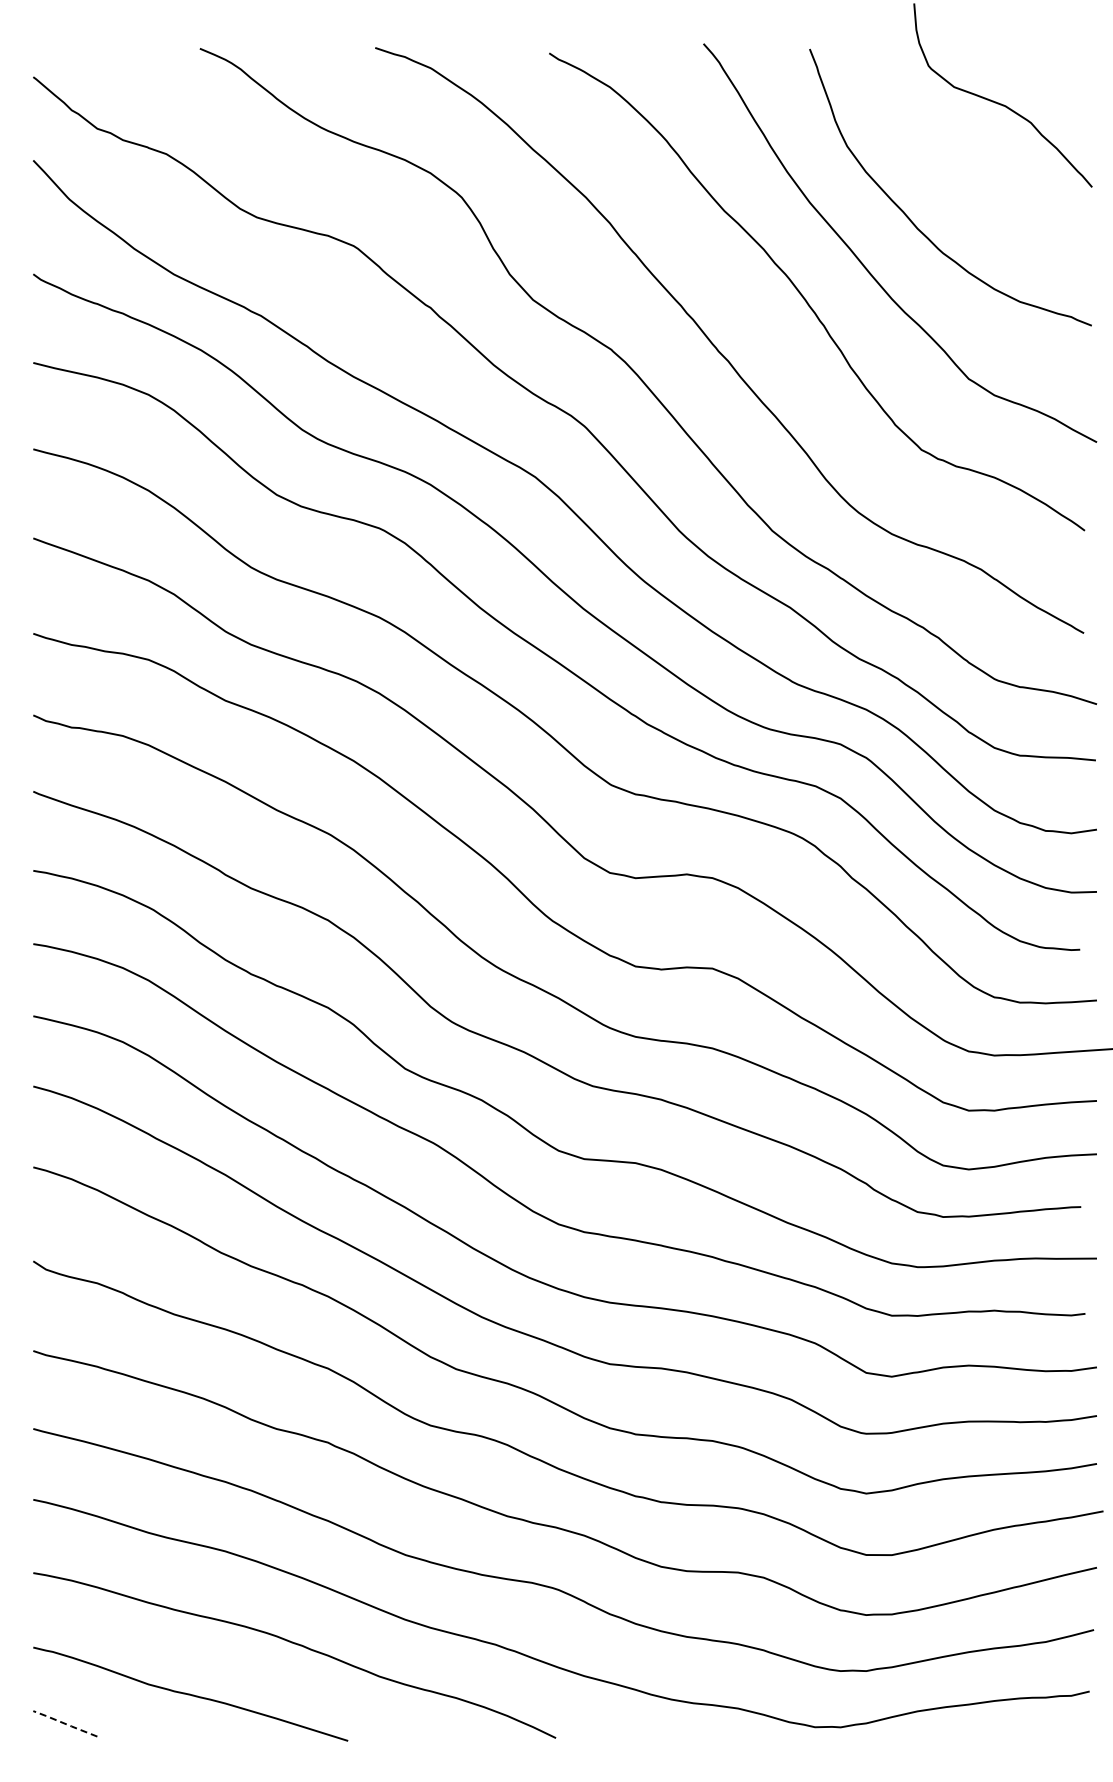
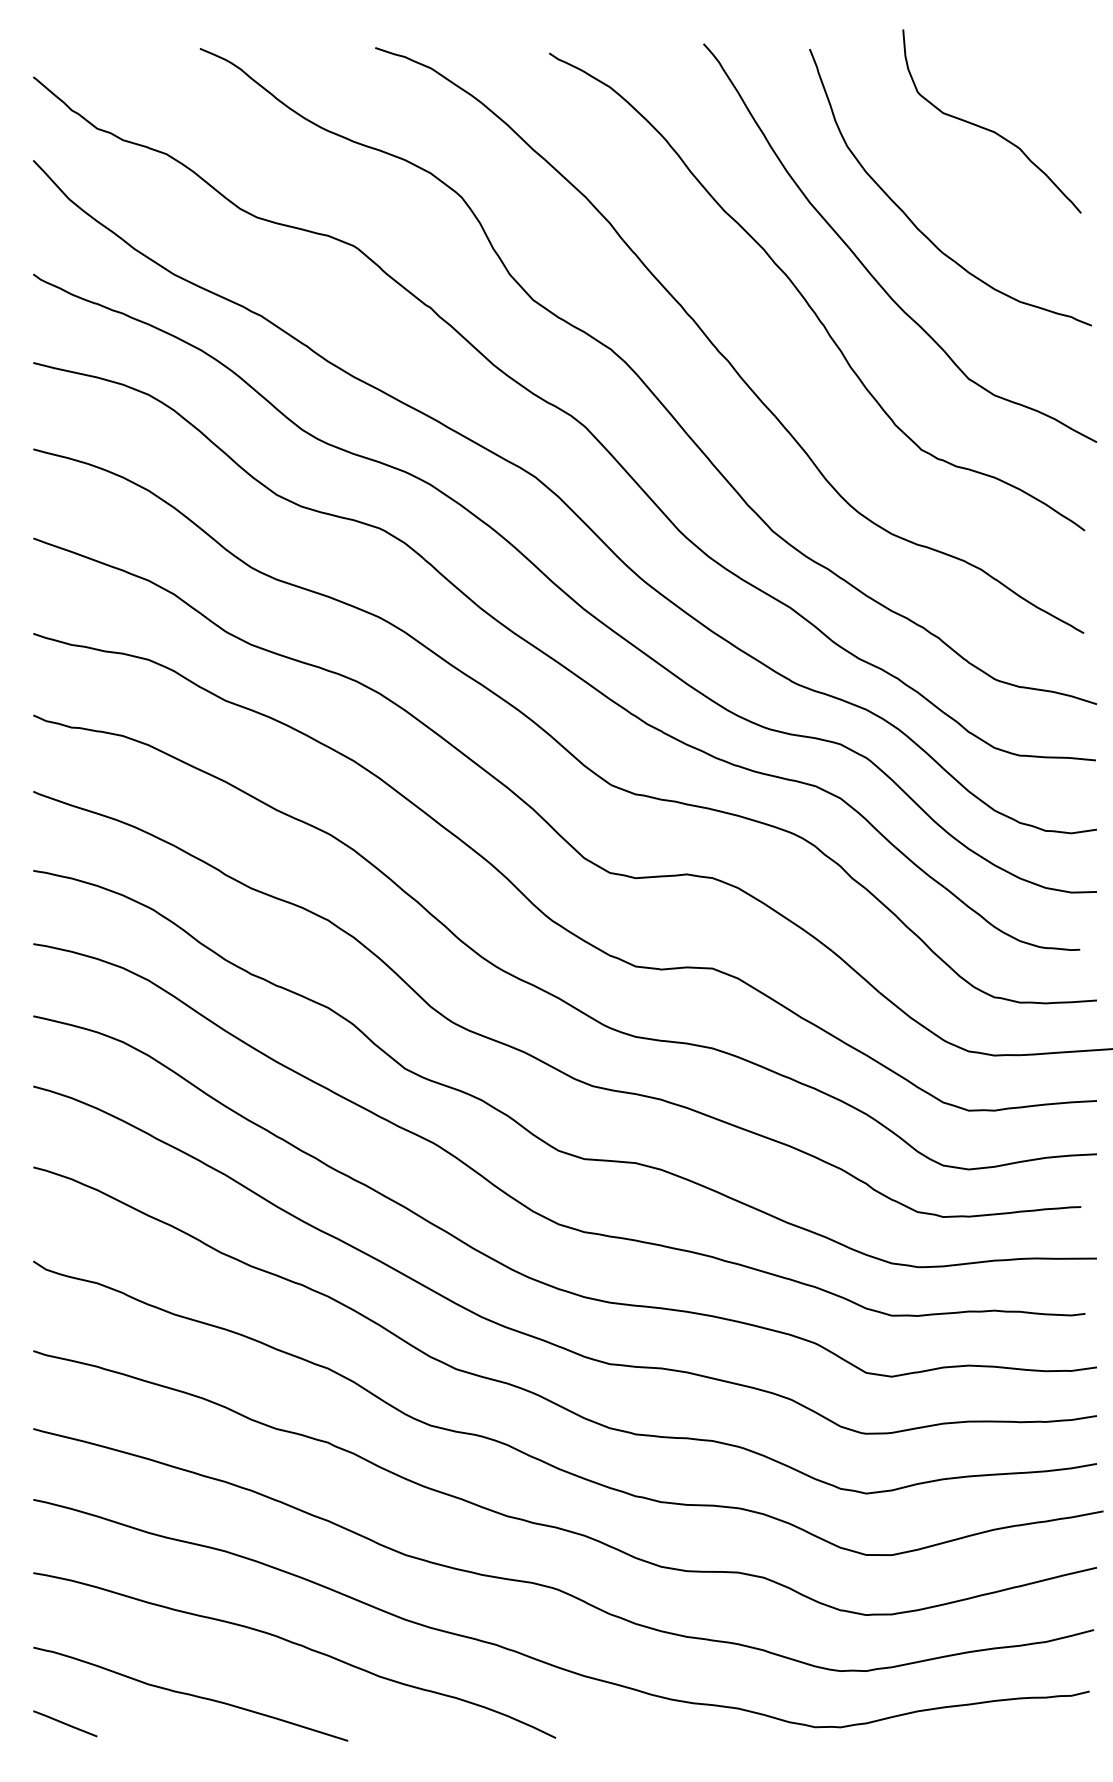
curve at (998, 102) position: (998, 102) -> (987, 128)
line at (65, 1723): dashed -> solid
